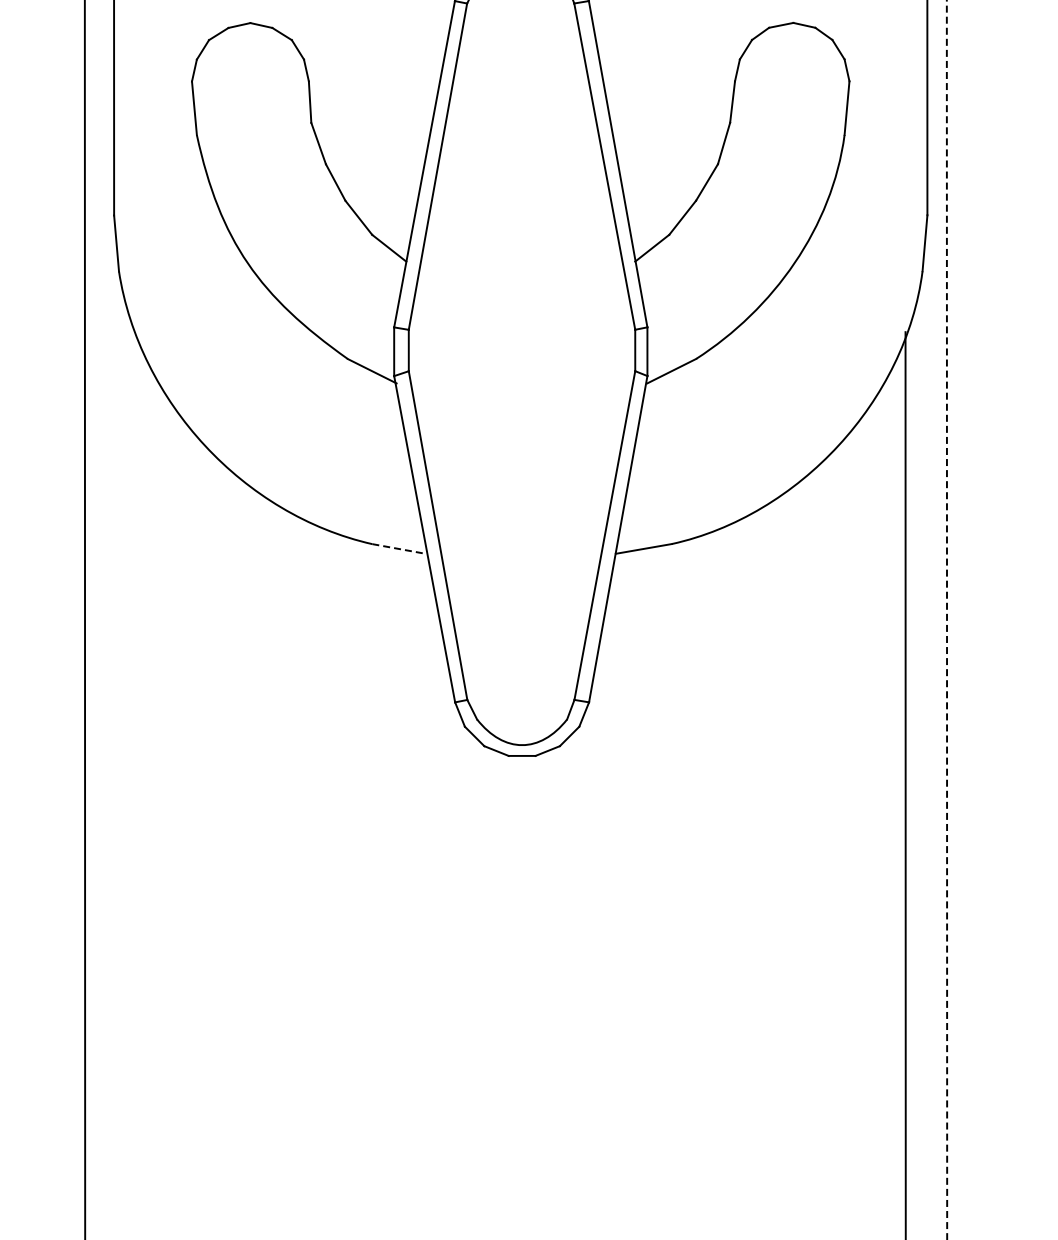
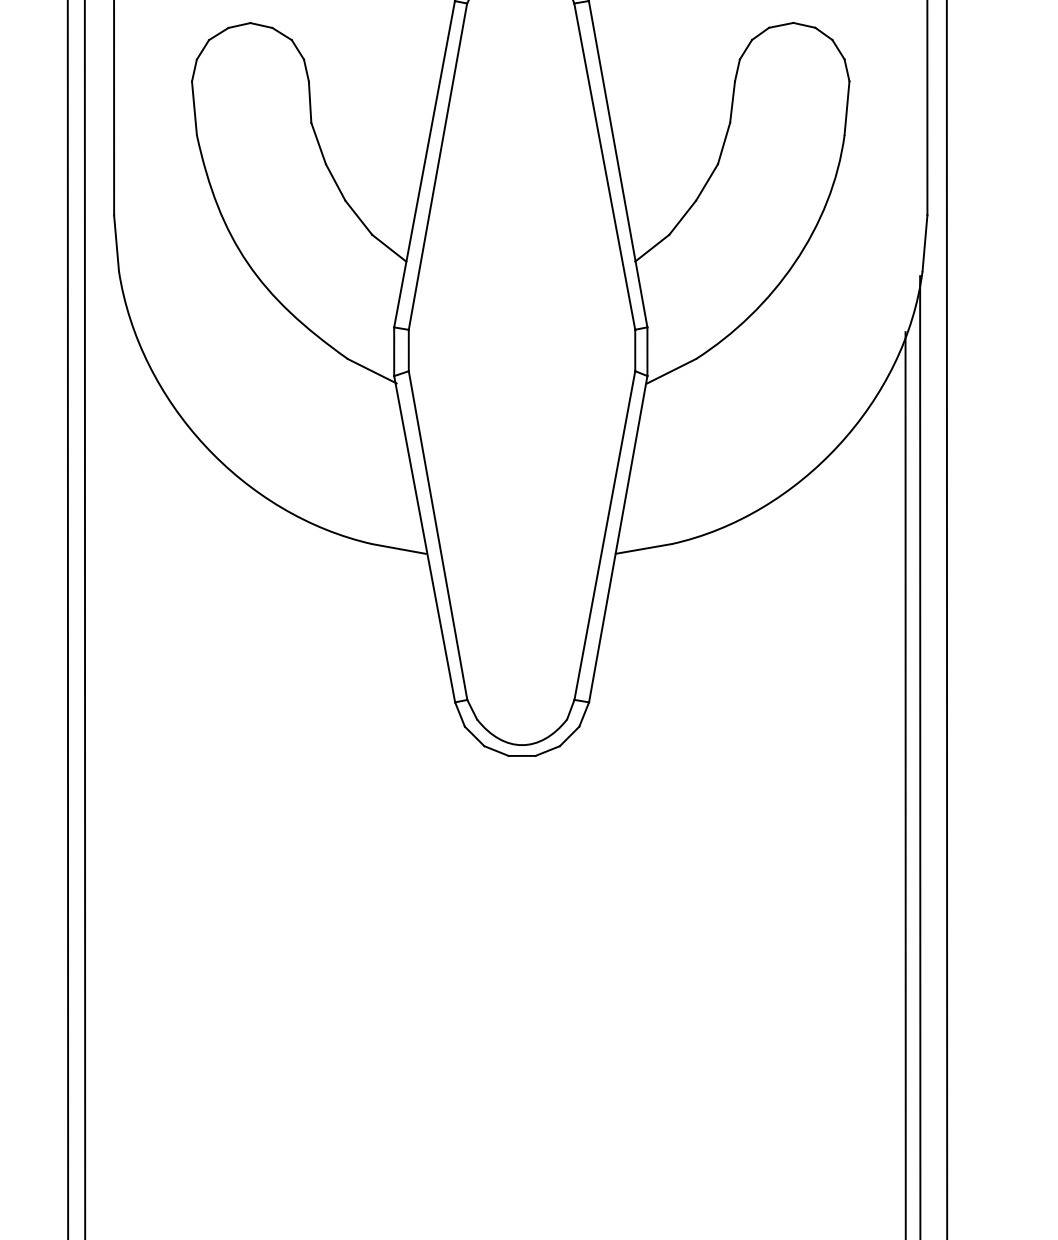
line at (399, 549): dashed -> solid
line at (67, 619): none -> present
line at (947, 620): dashed -> solid
line at (920, 756): none -> present
